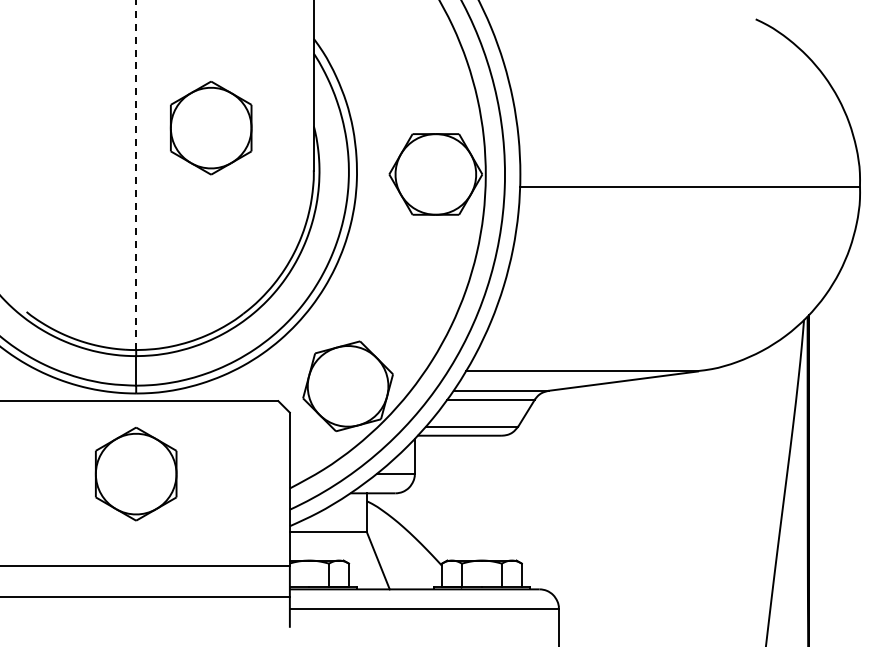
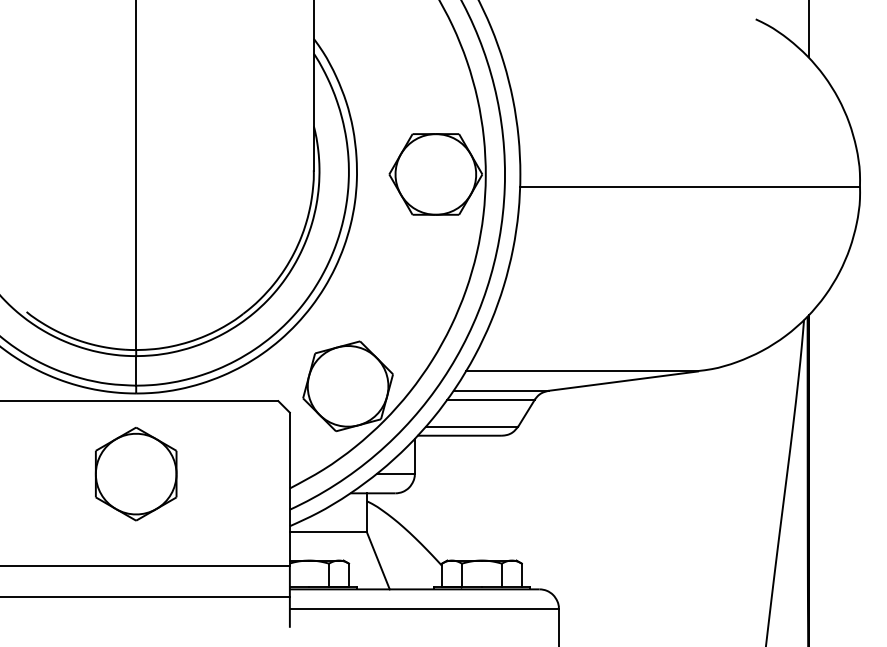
line at (808, 29): none -> present
part at (210, 128): present -> none
line at (136, 175): dashed -> solid
